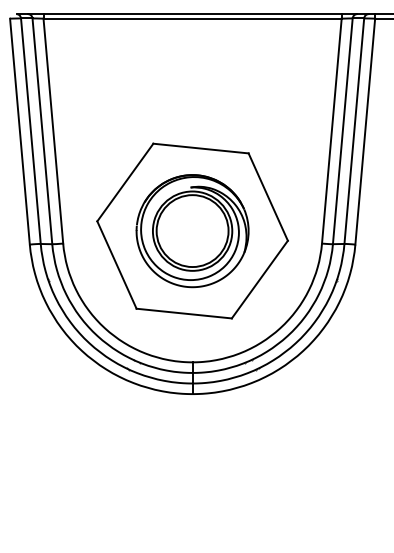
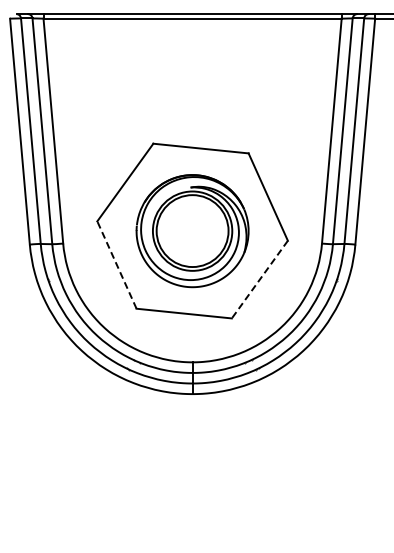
line at (116, 265): solid -> dashed
line at (259, 279): solid -> dashed
